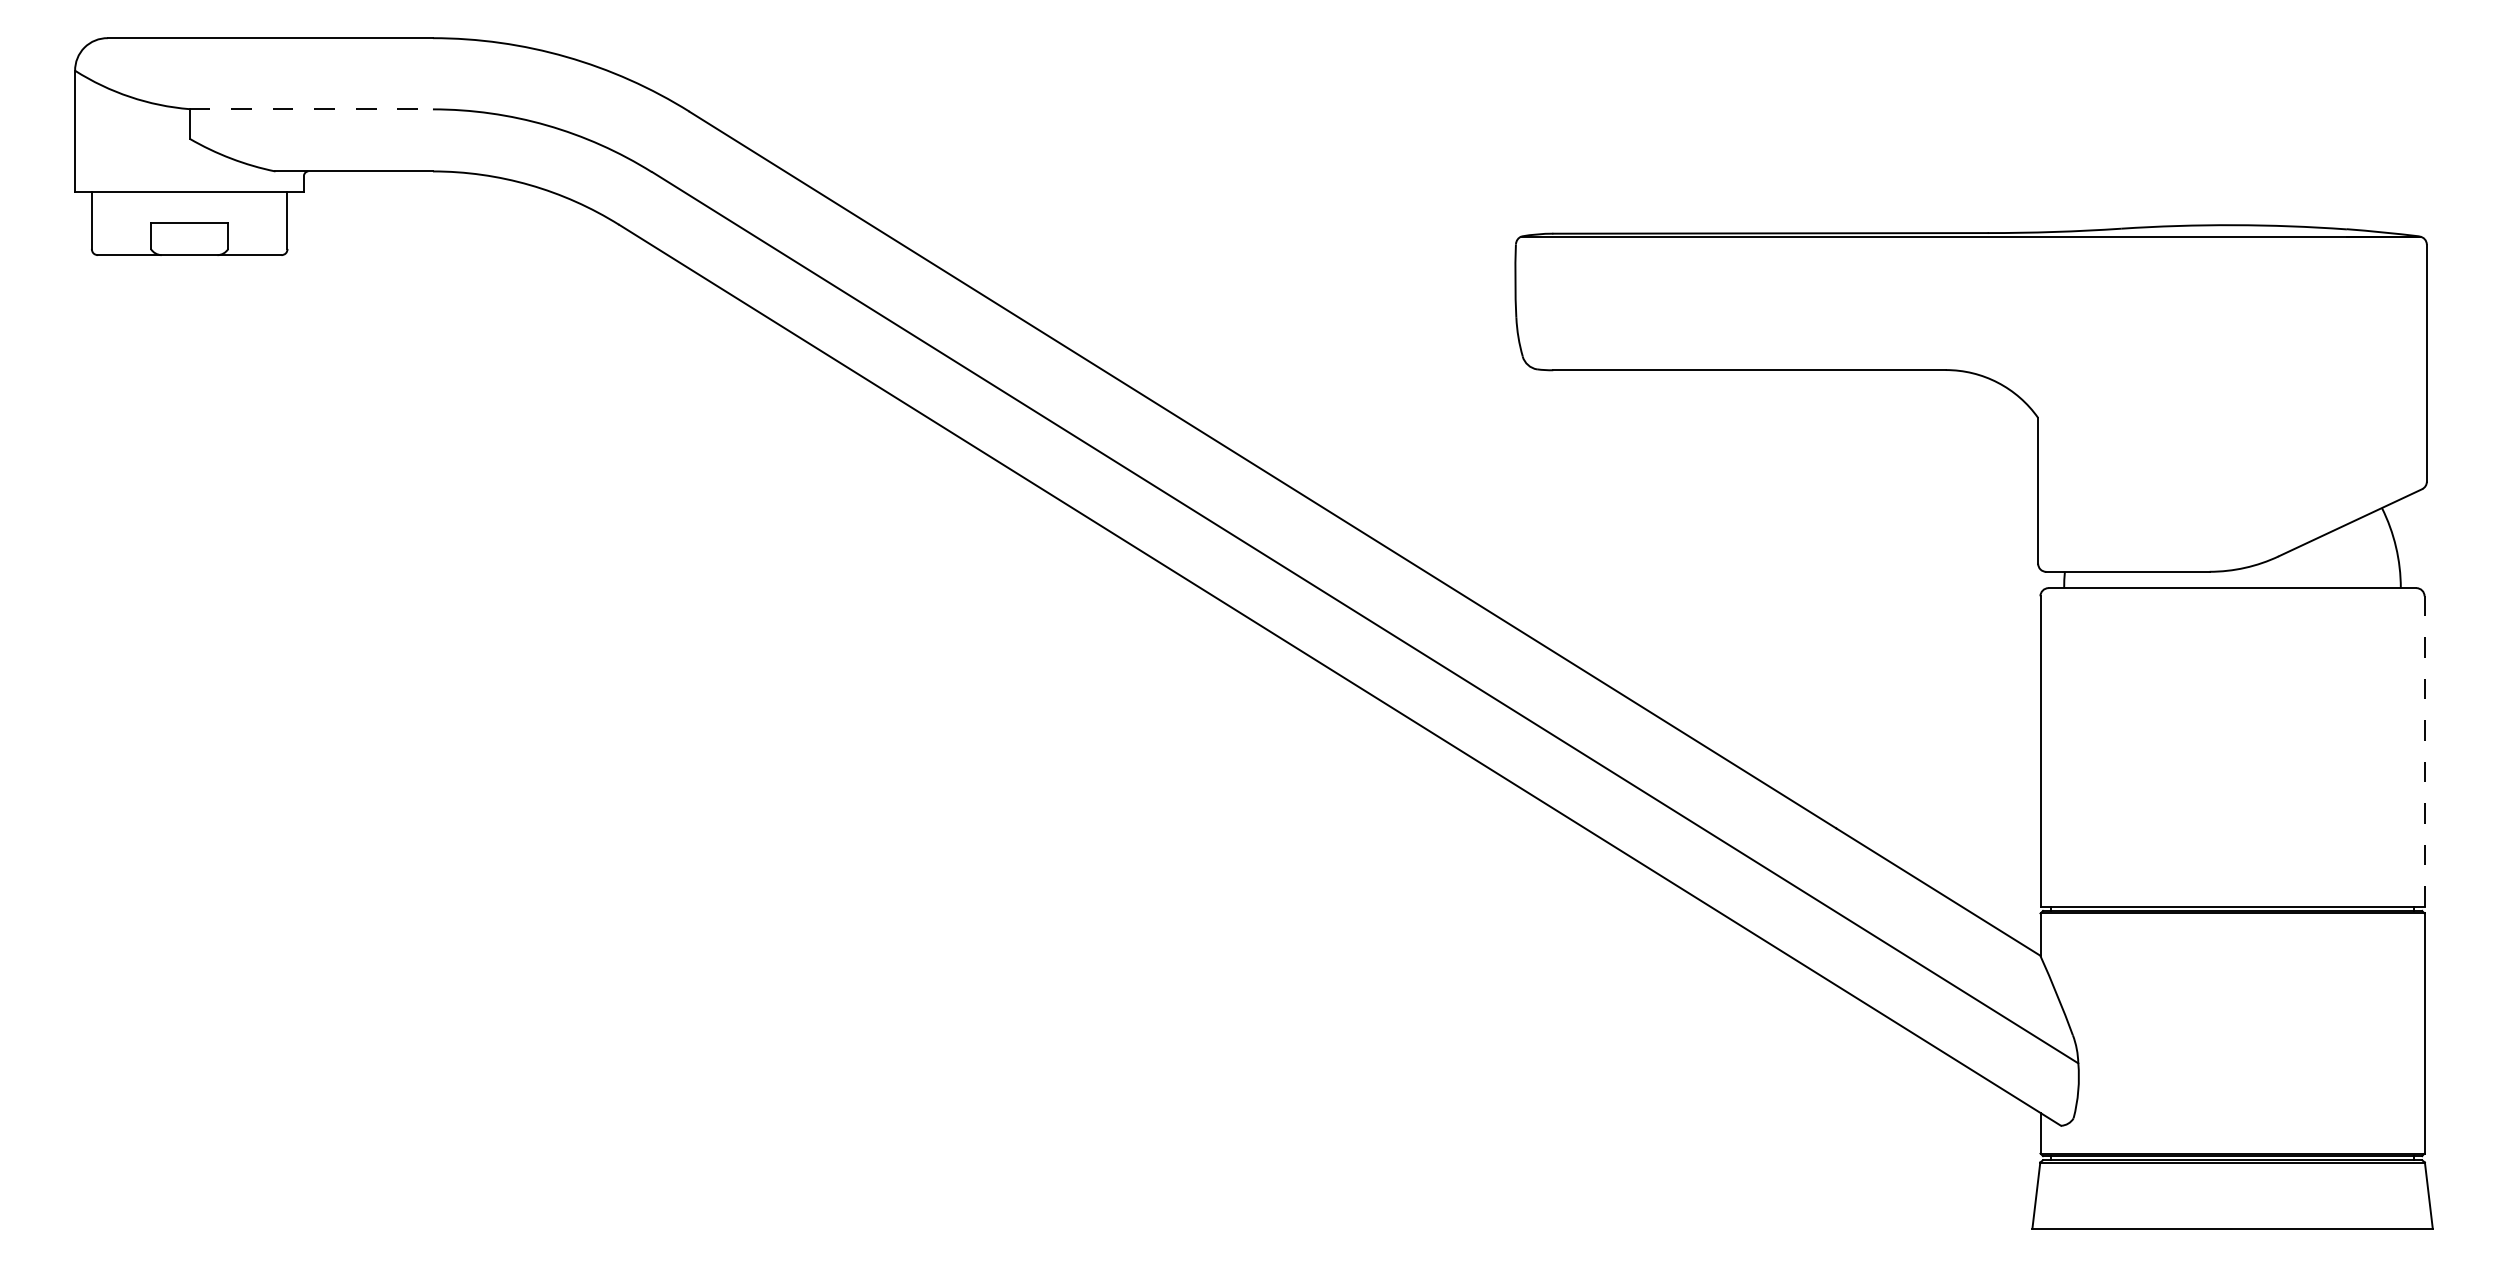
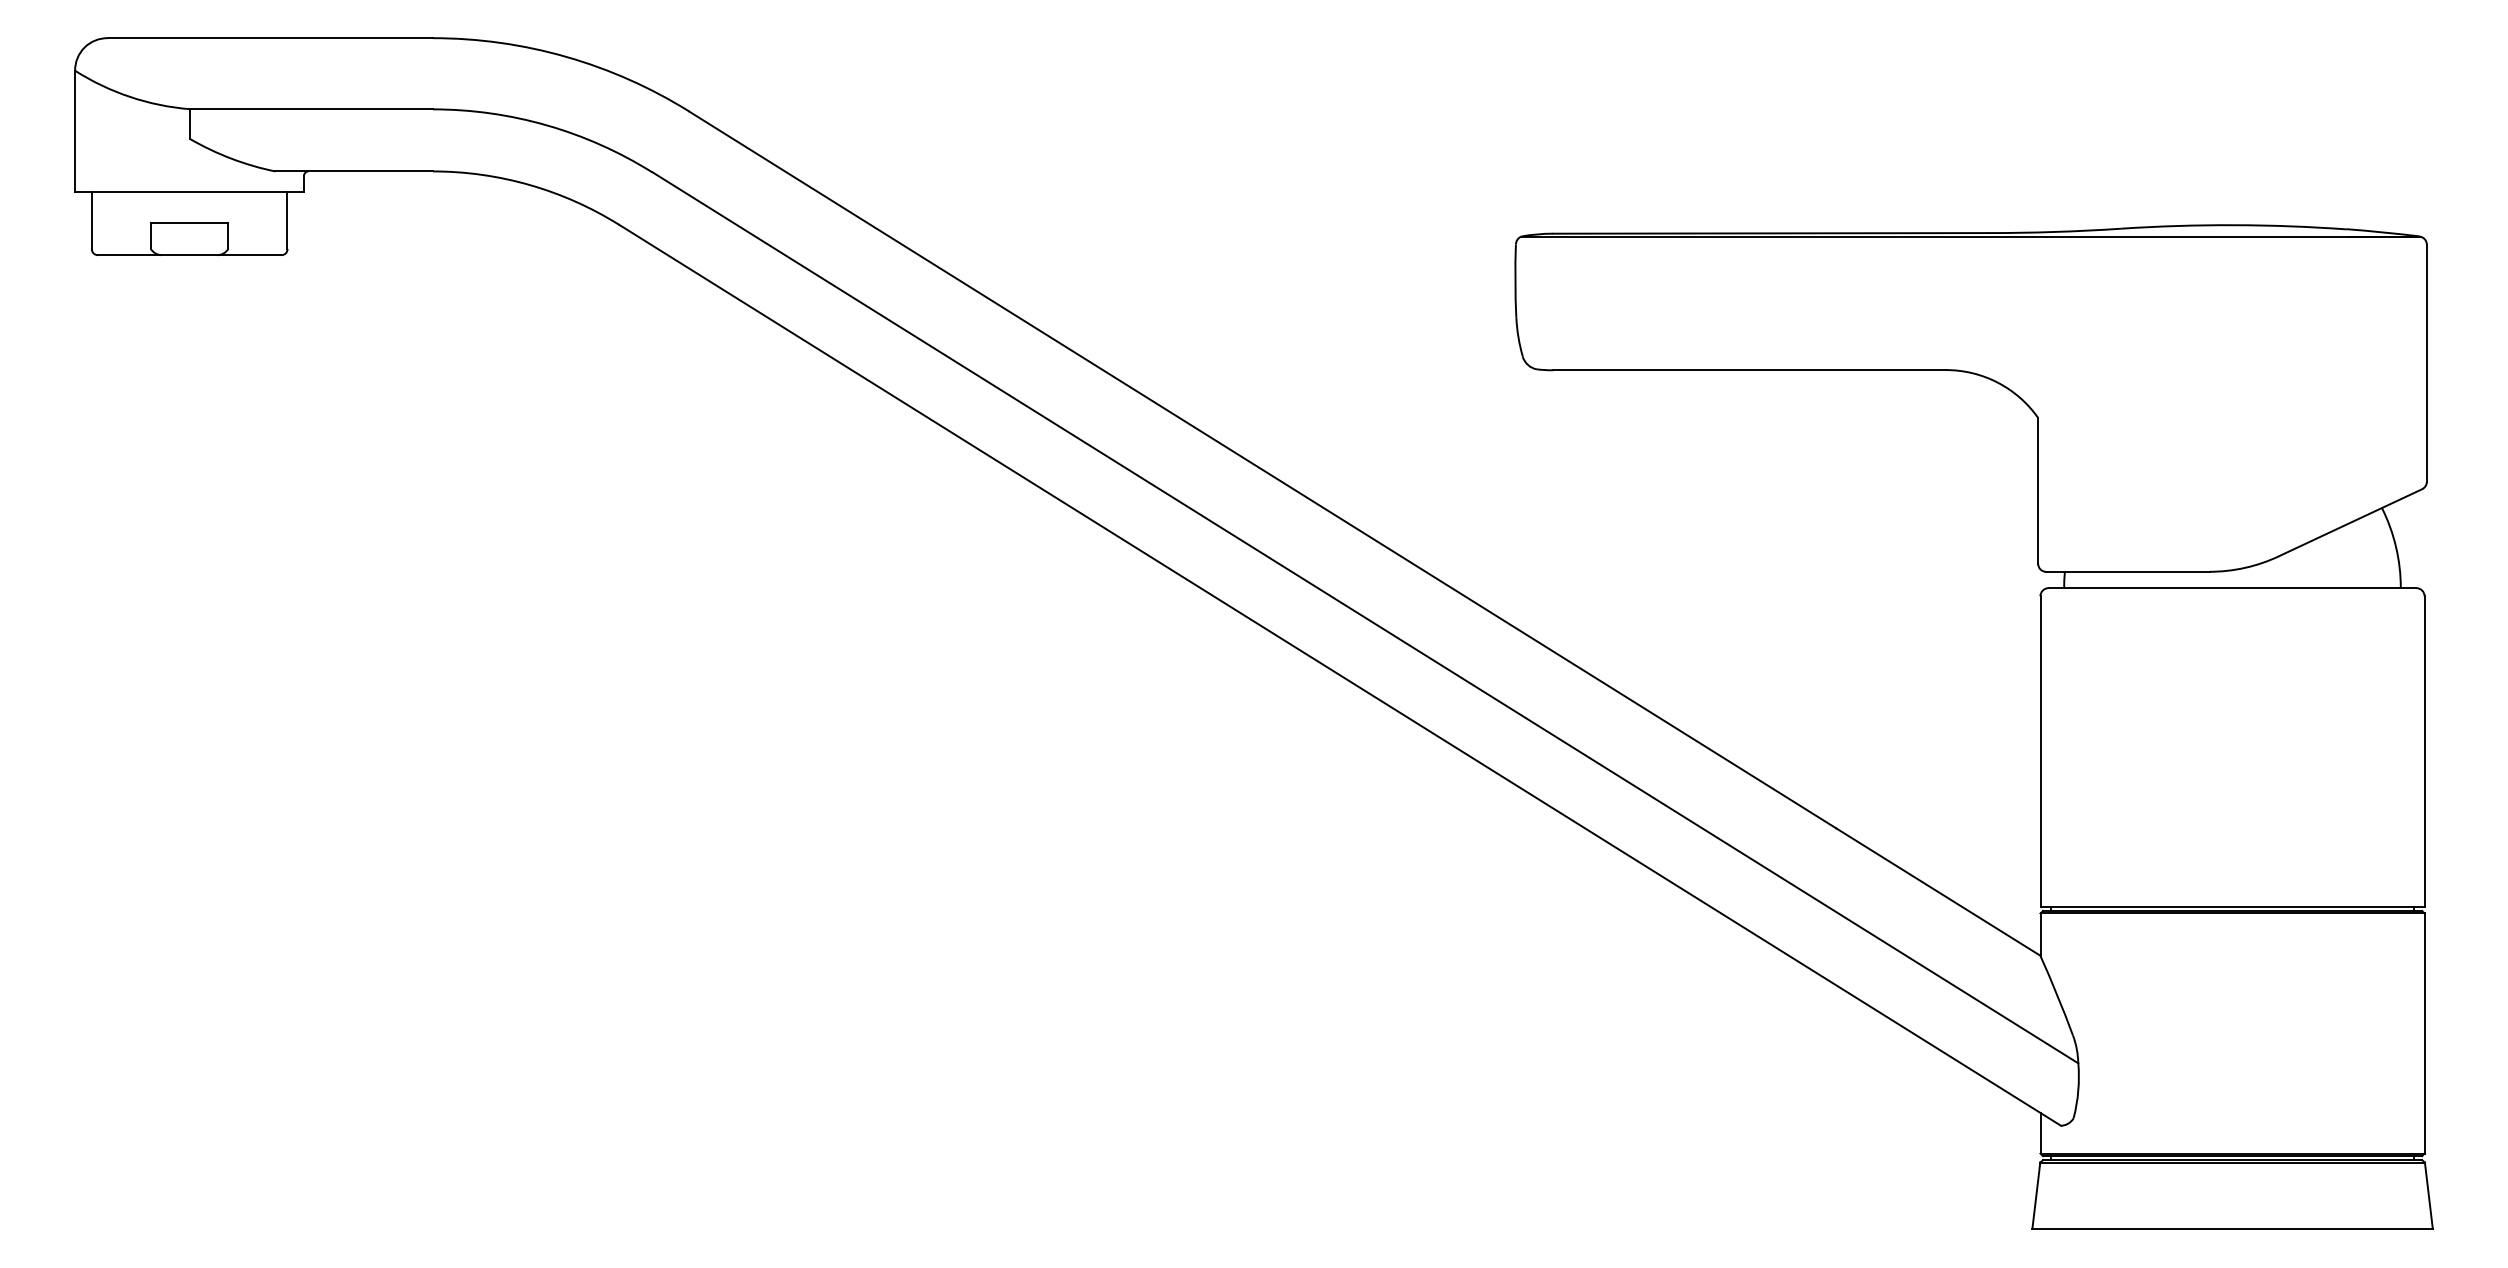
line at (311, 109): dashed -> solid
line at (2424, 751): dashed -> solid
